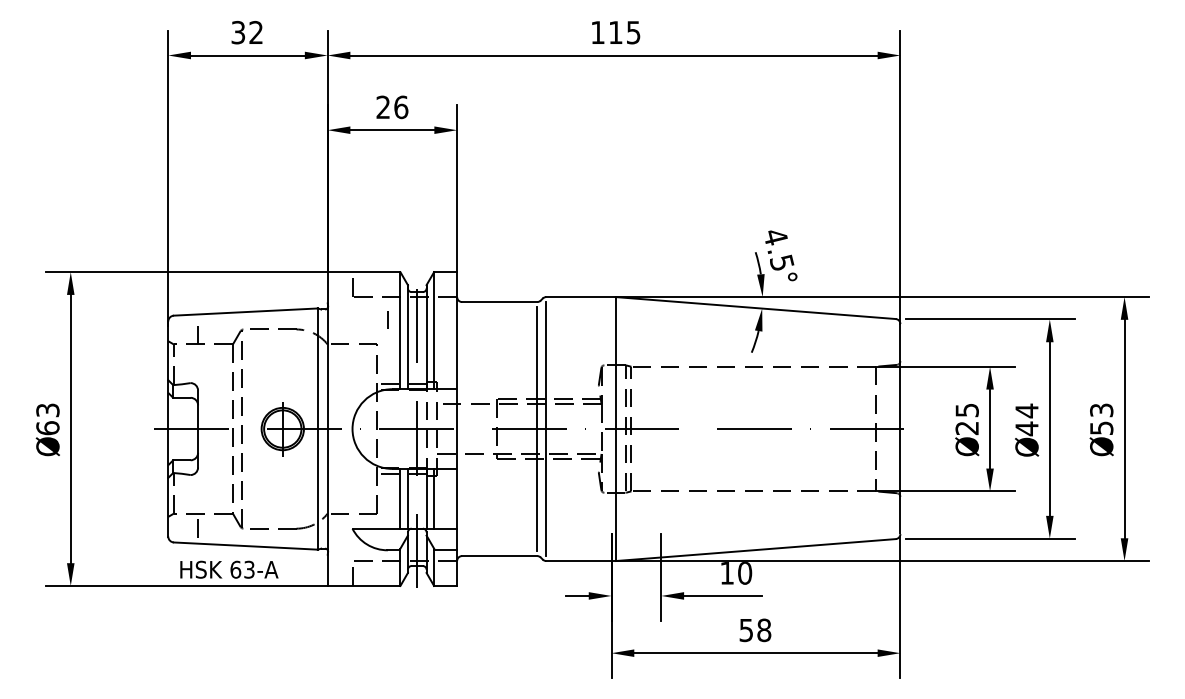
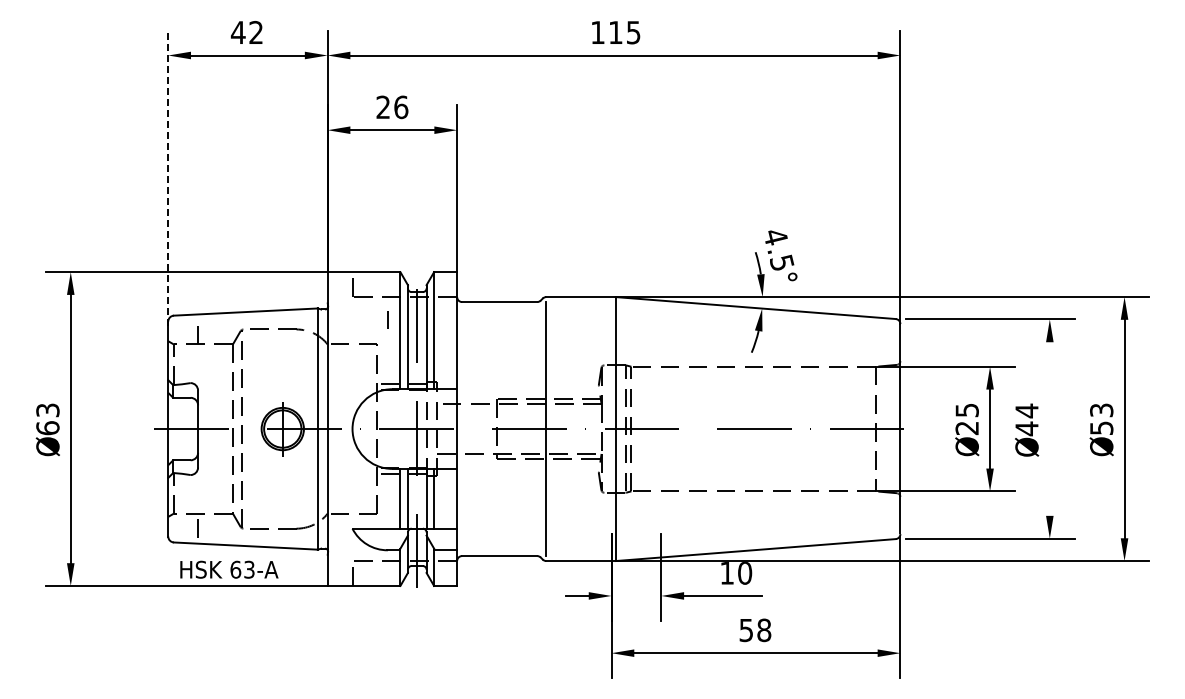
text at (237, 32): 32 -> 42
line at (168, 178): solid -> dashed
line at (1049, 428): present -> none
line at (537, 429): present -> none
